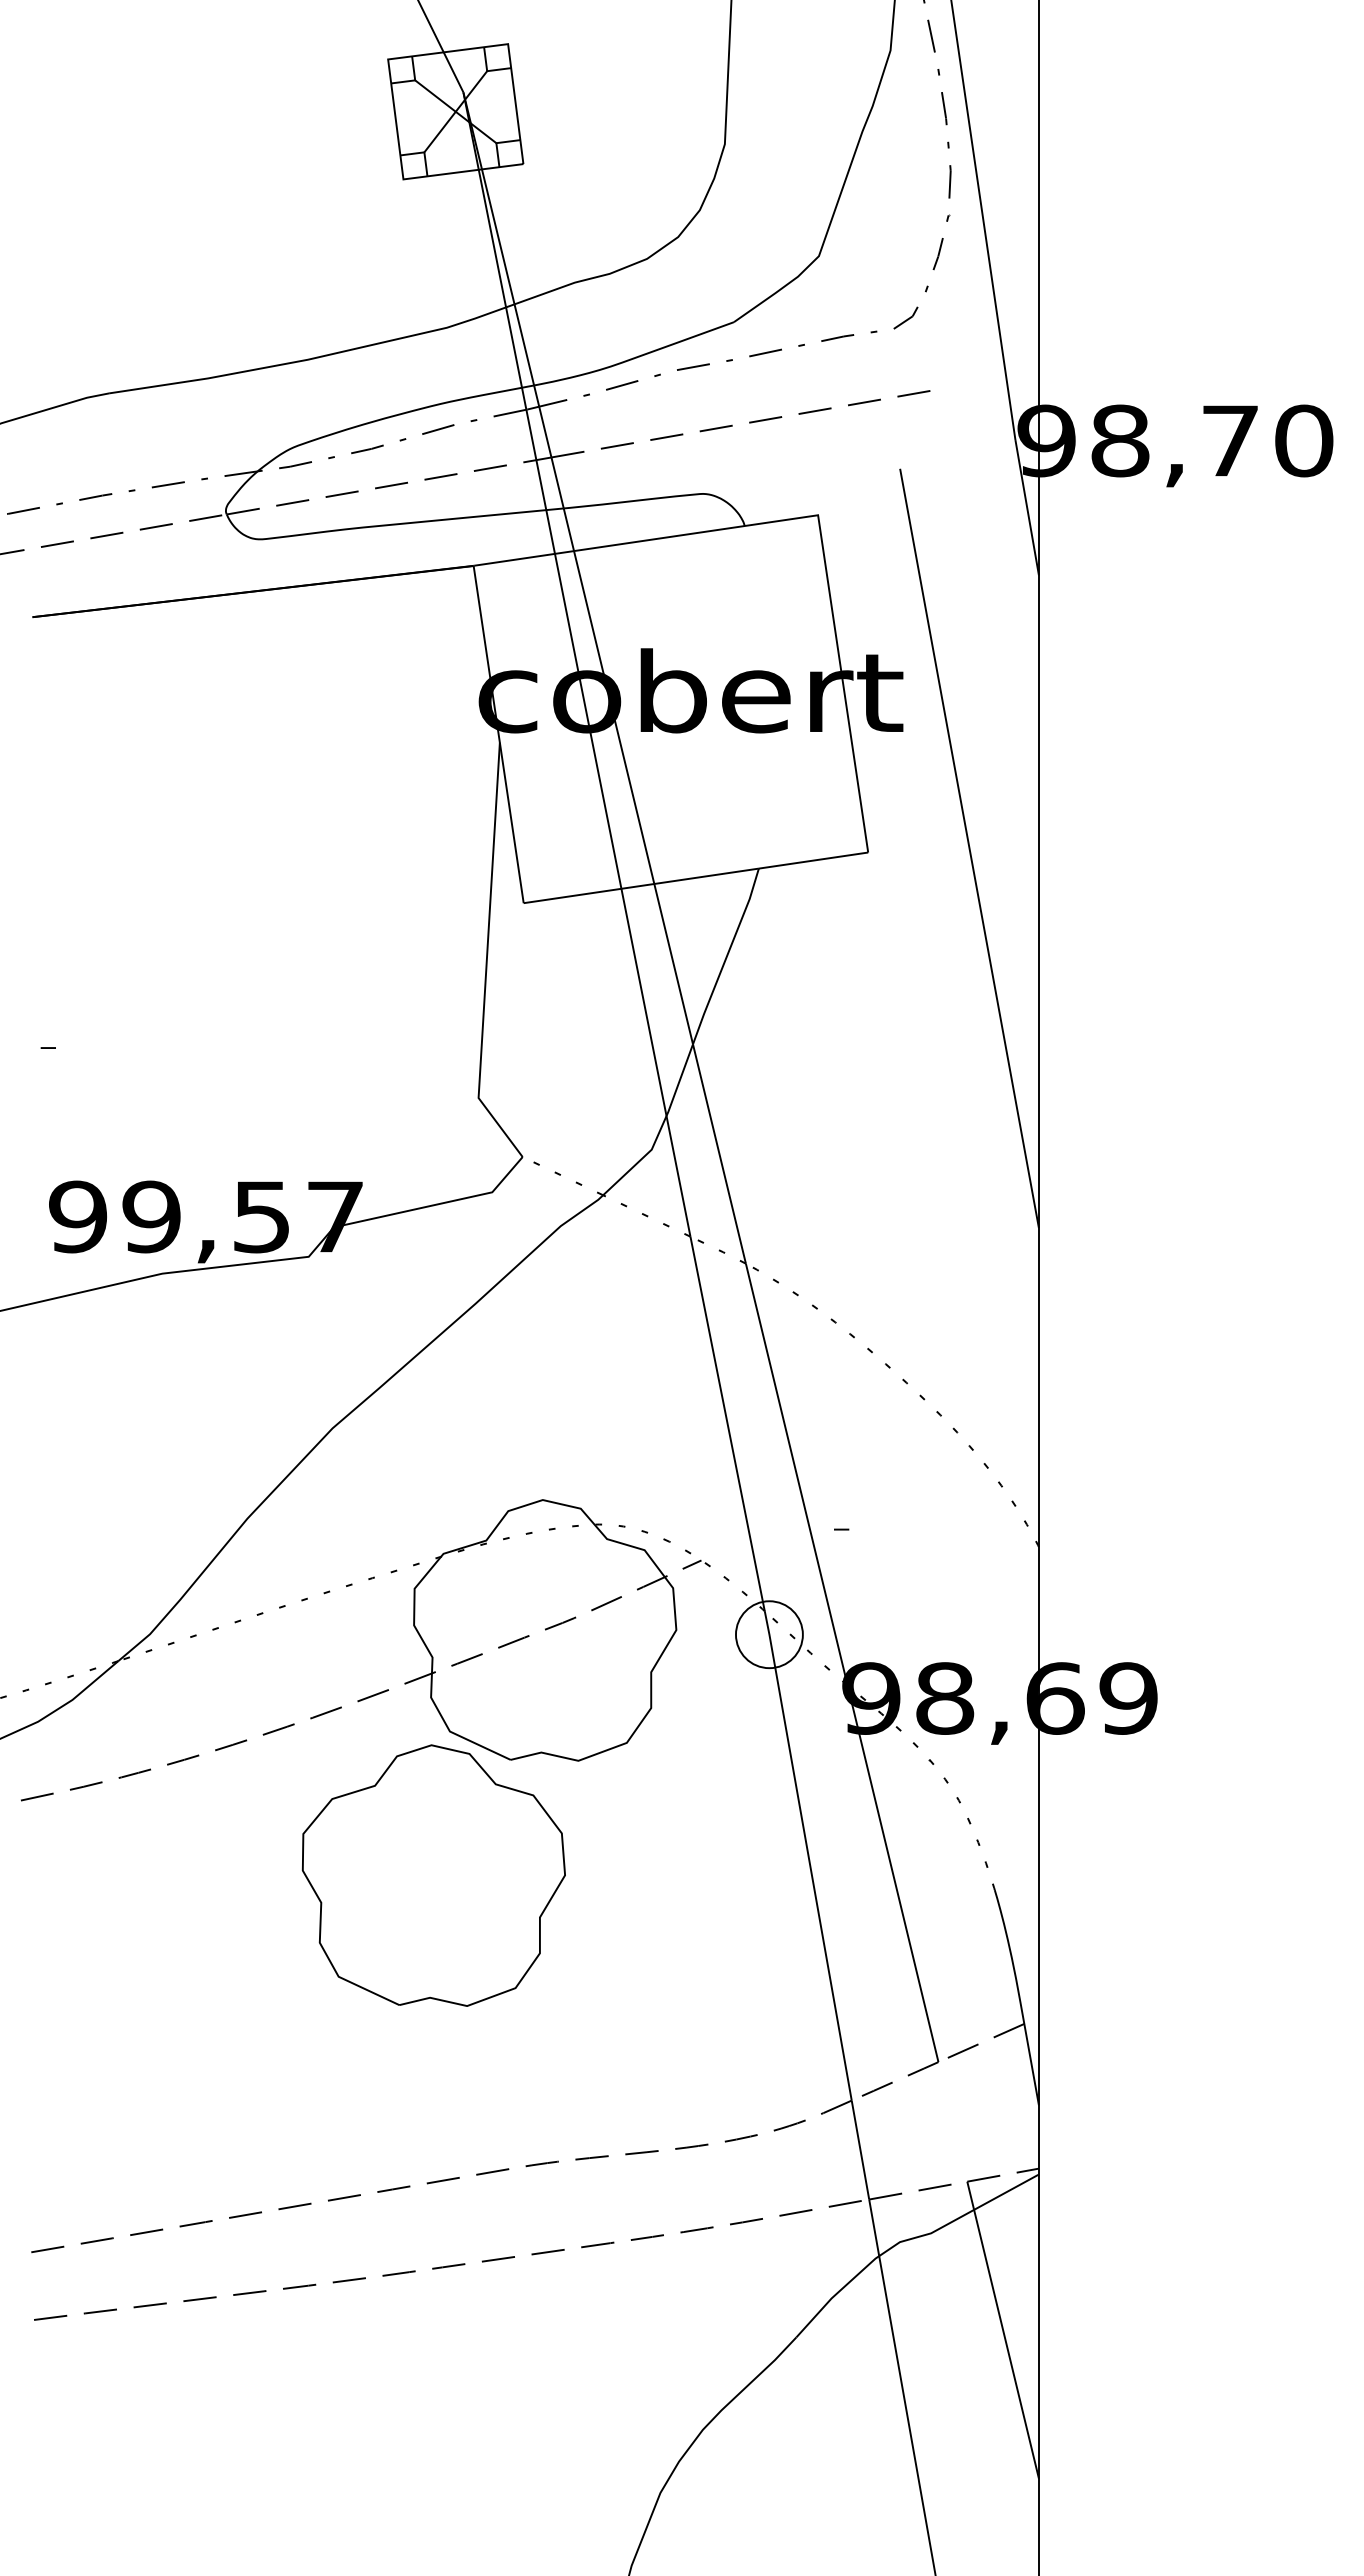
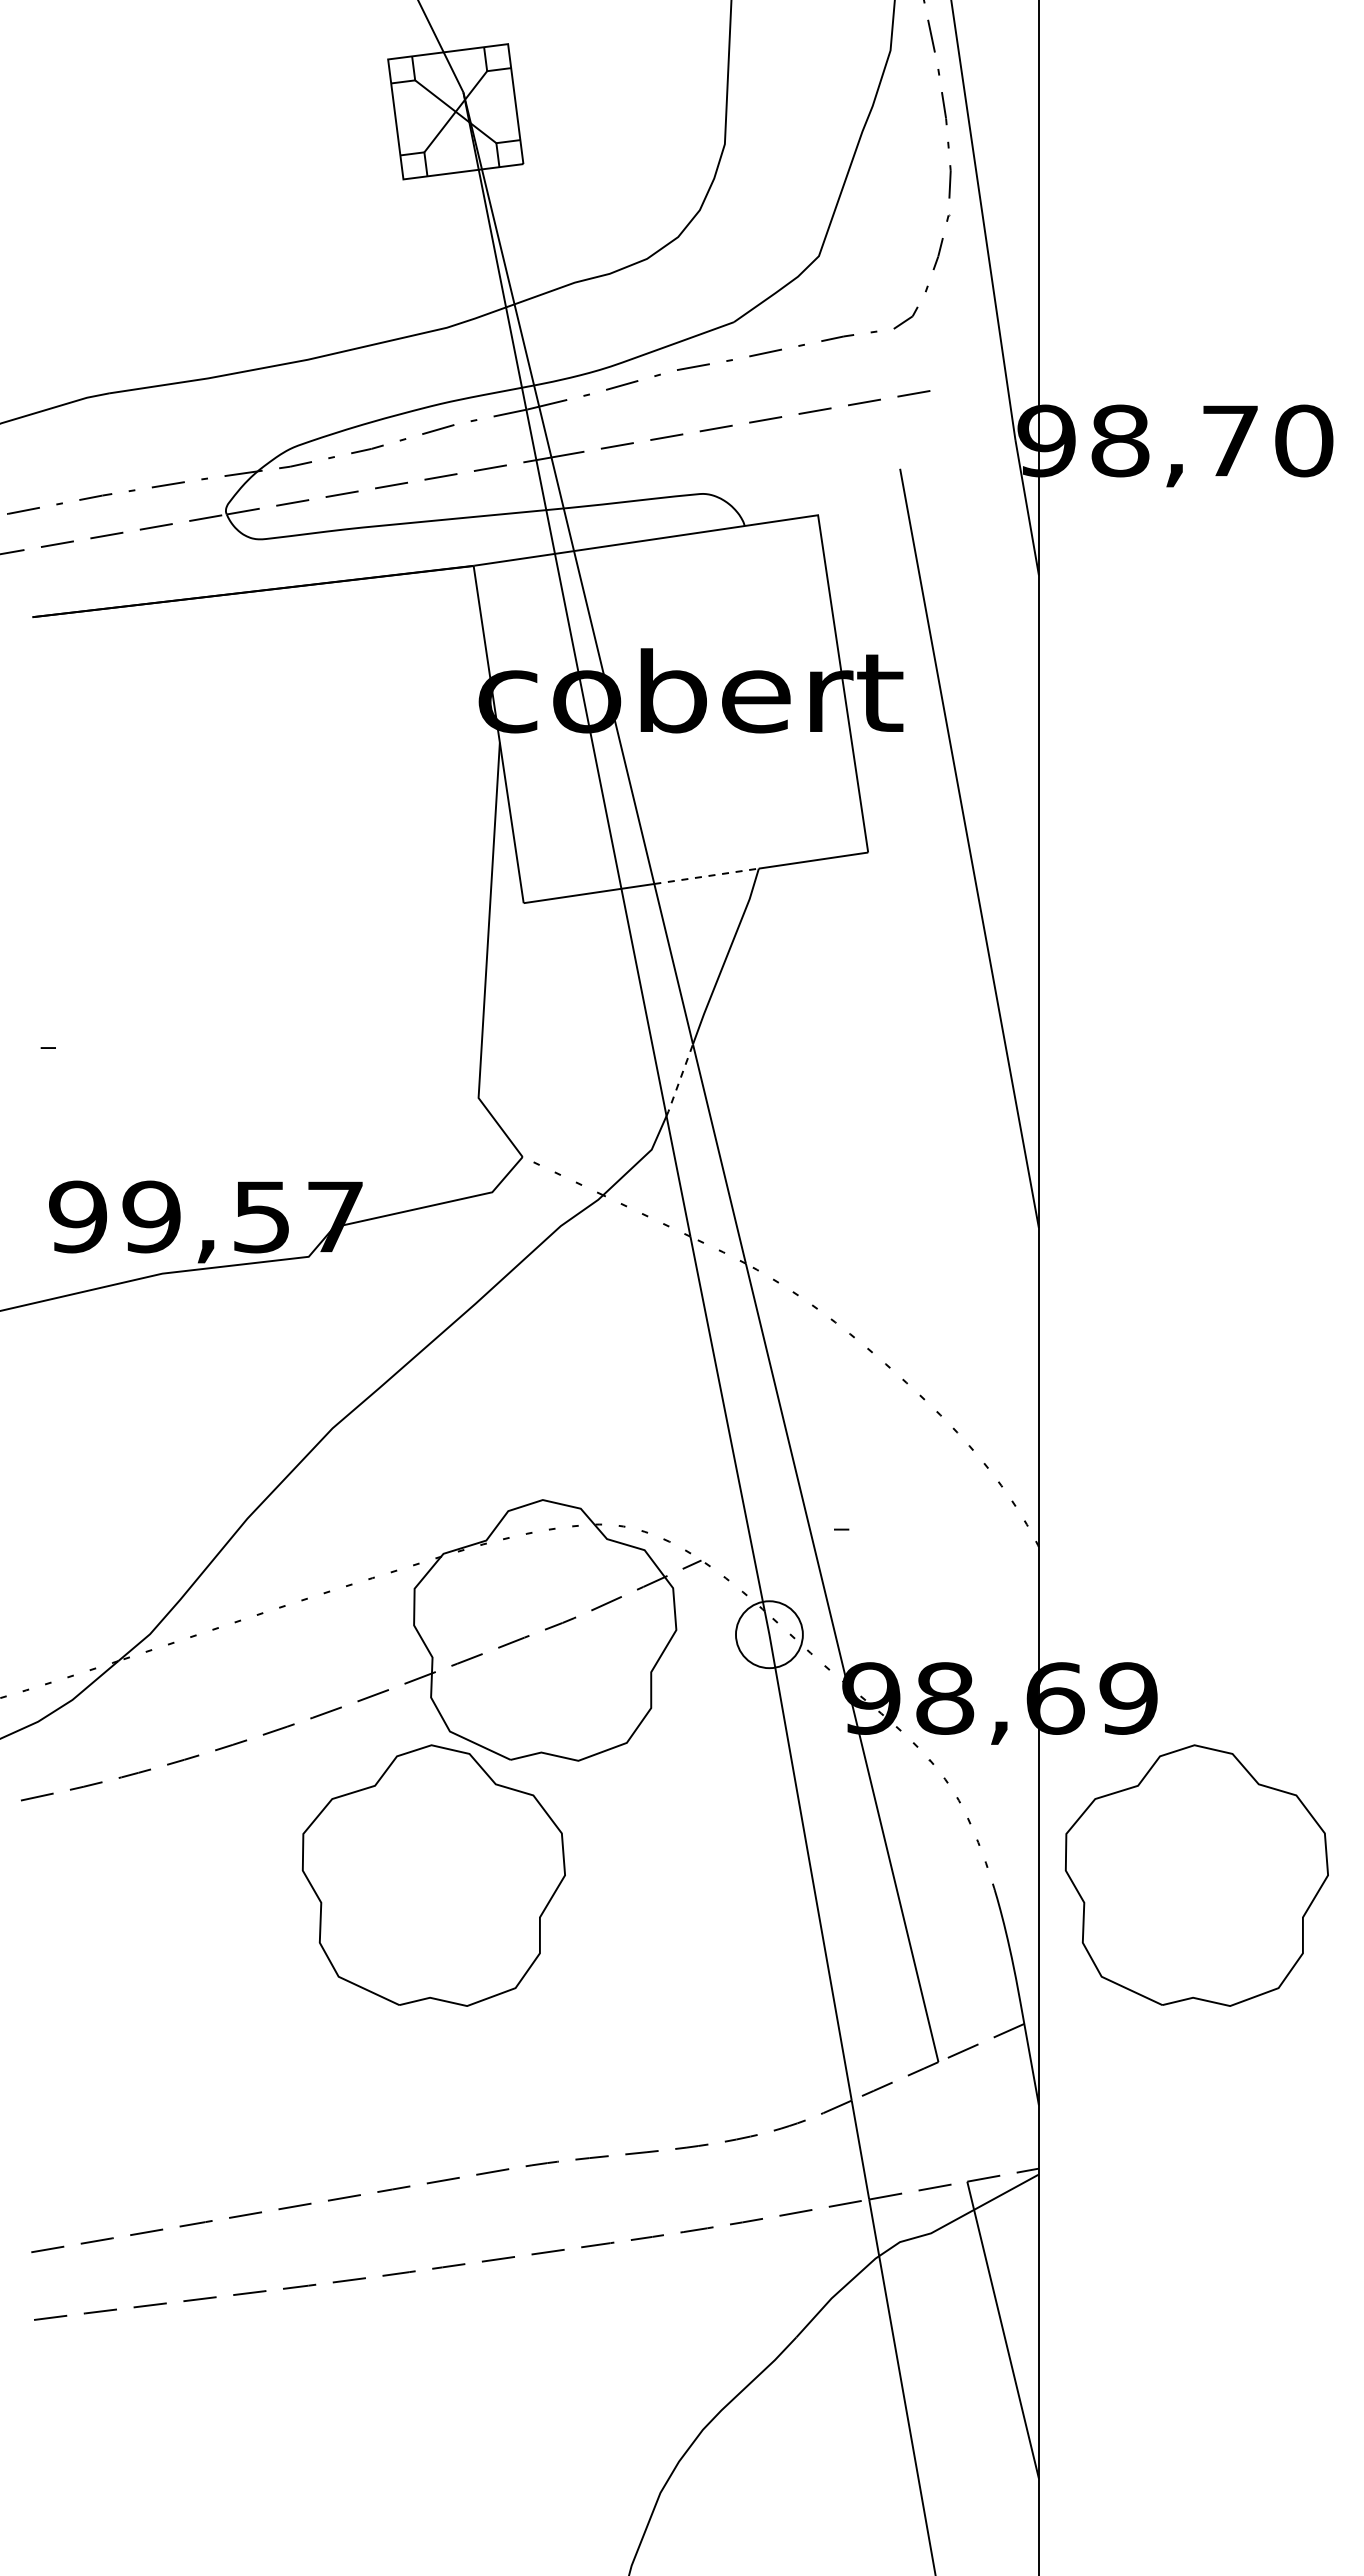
line at (706, 876): solid -> dashed
line at (679, 1080): solid -> dashed
part at (1196, 1875): none -> present
